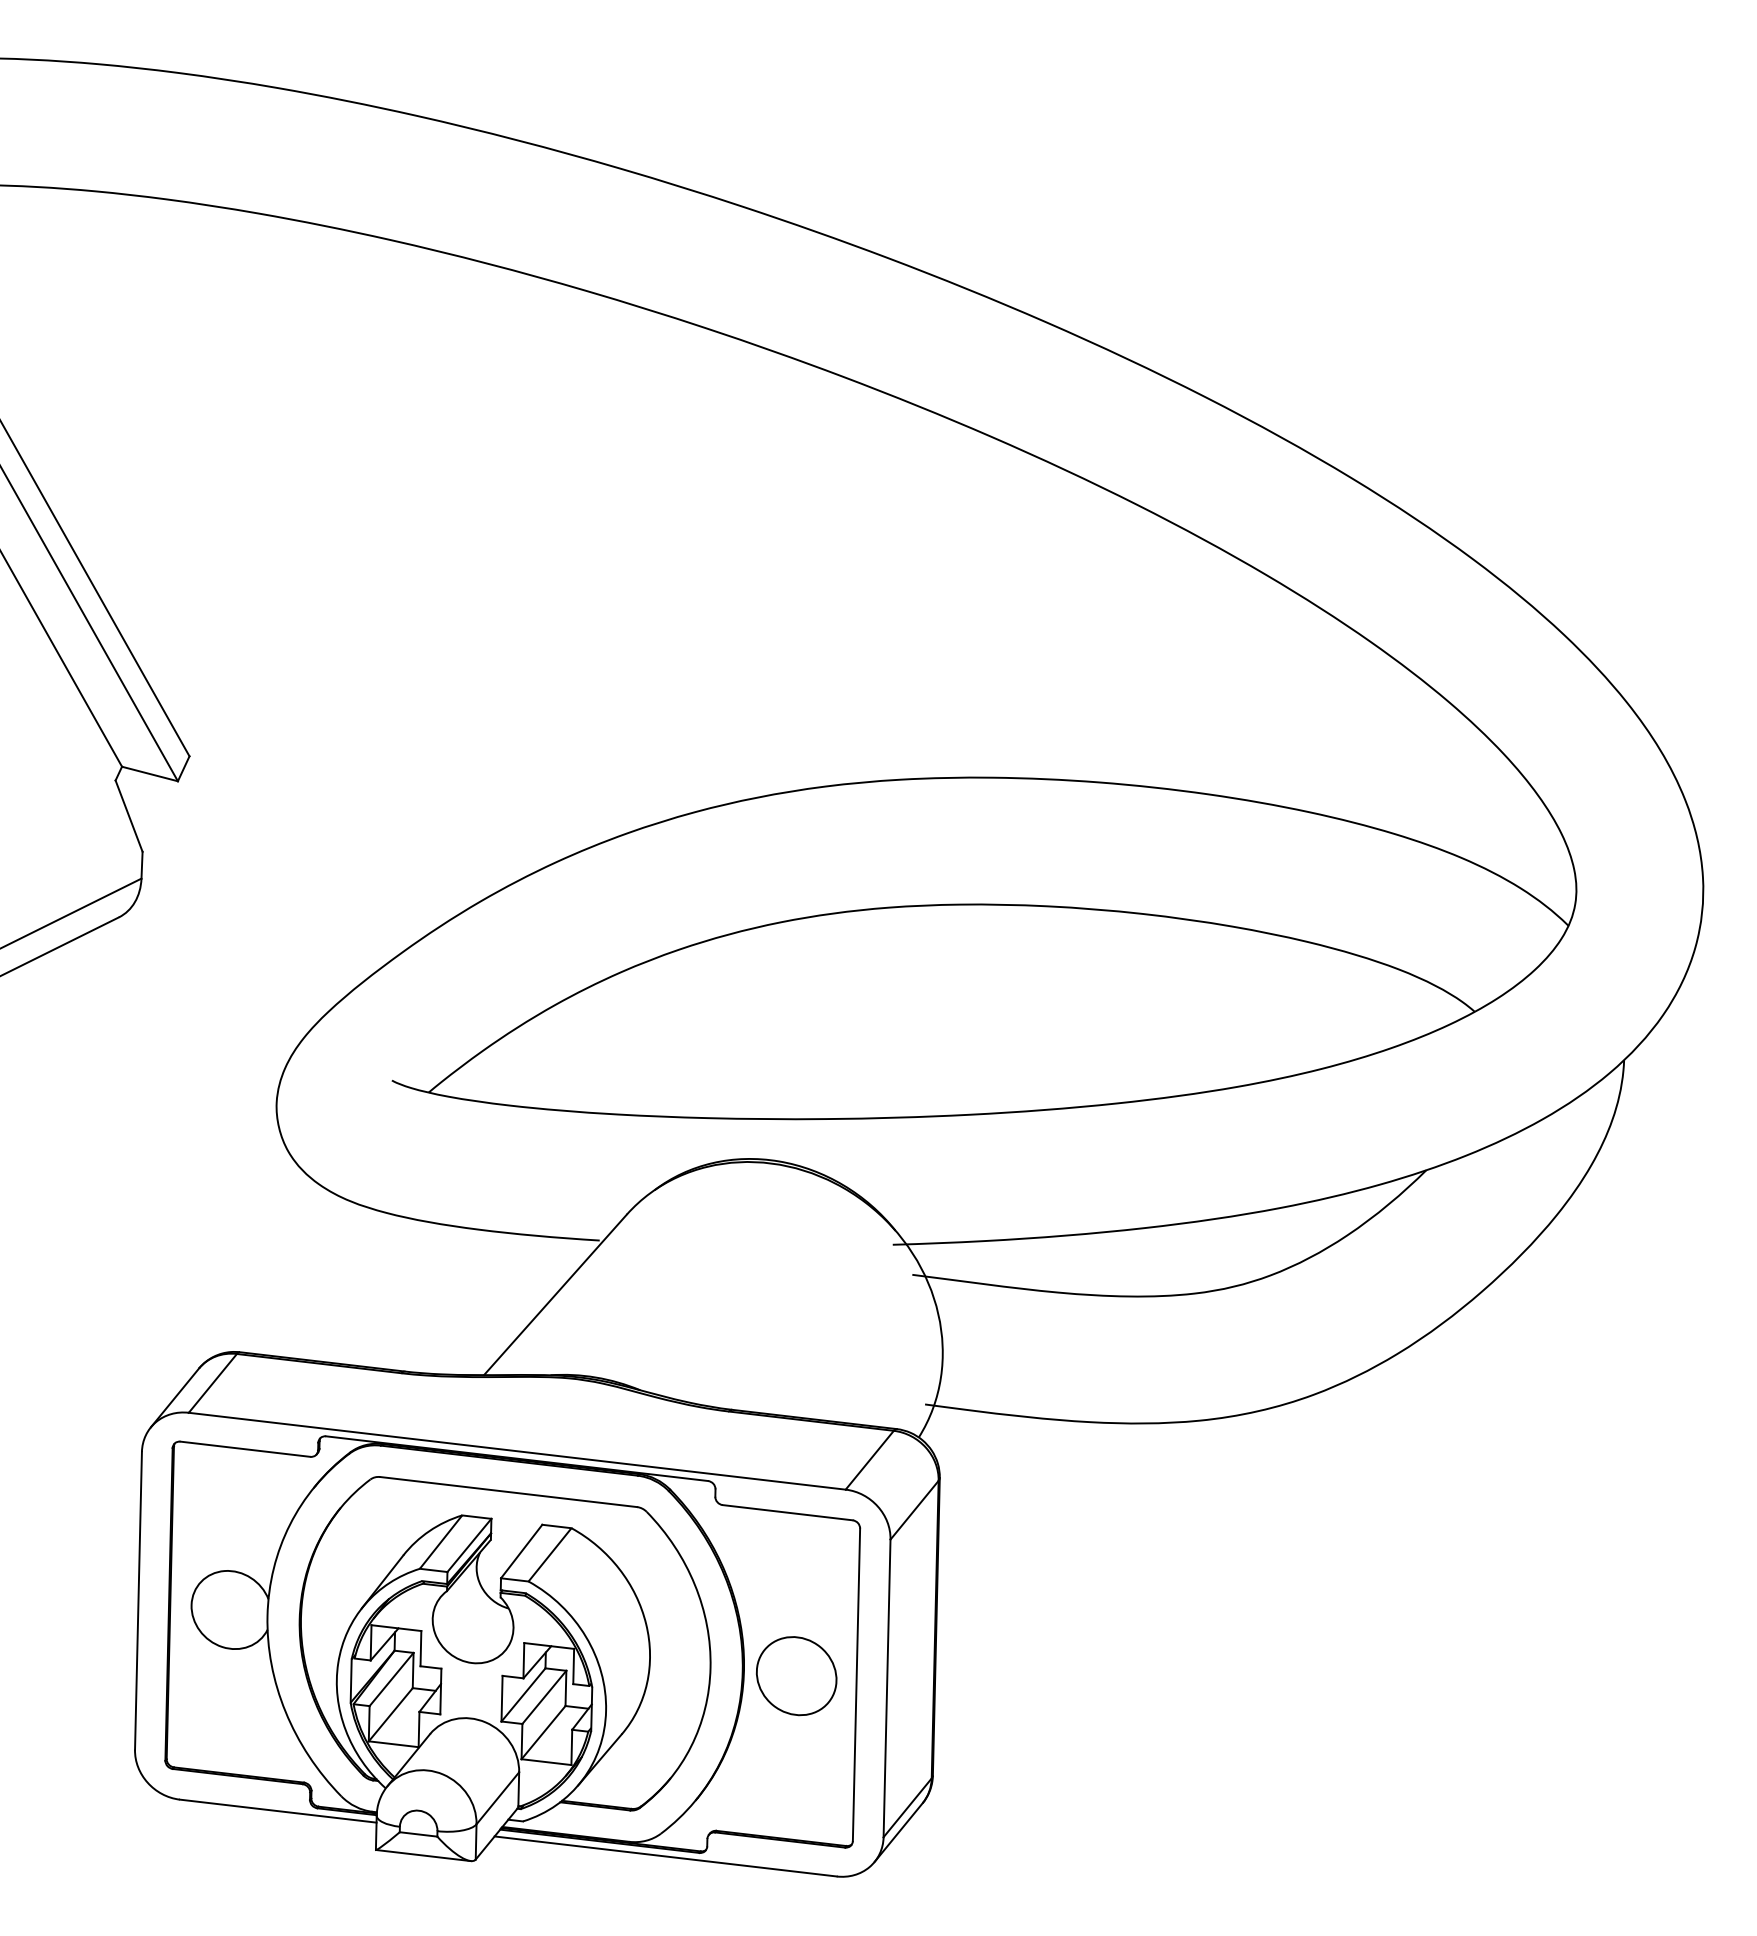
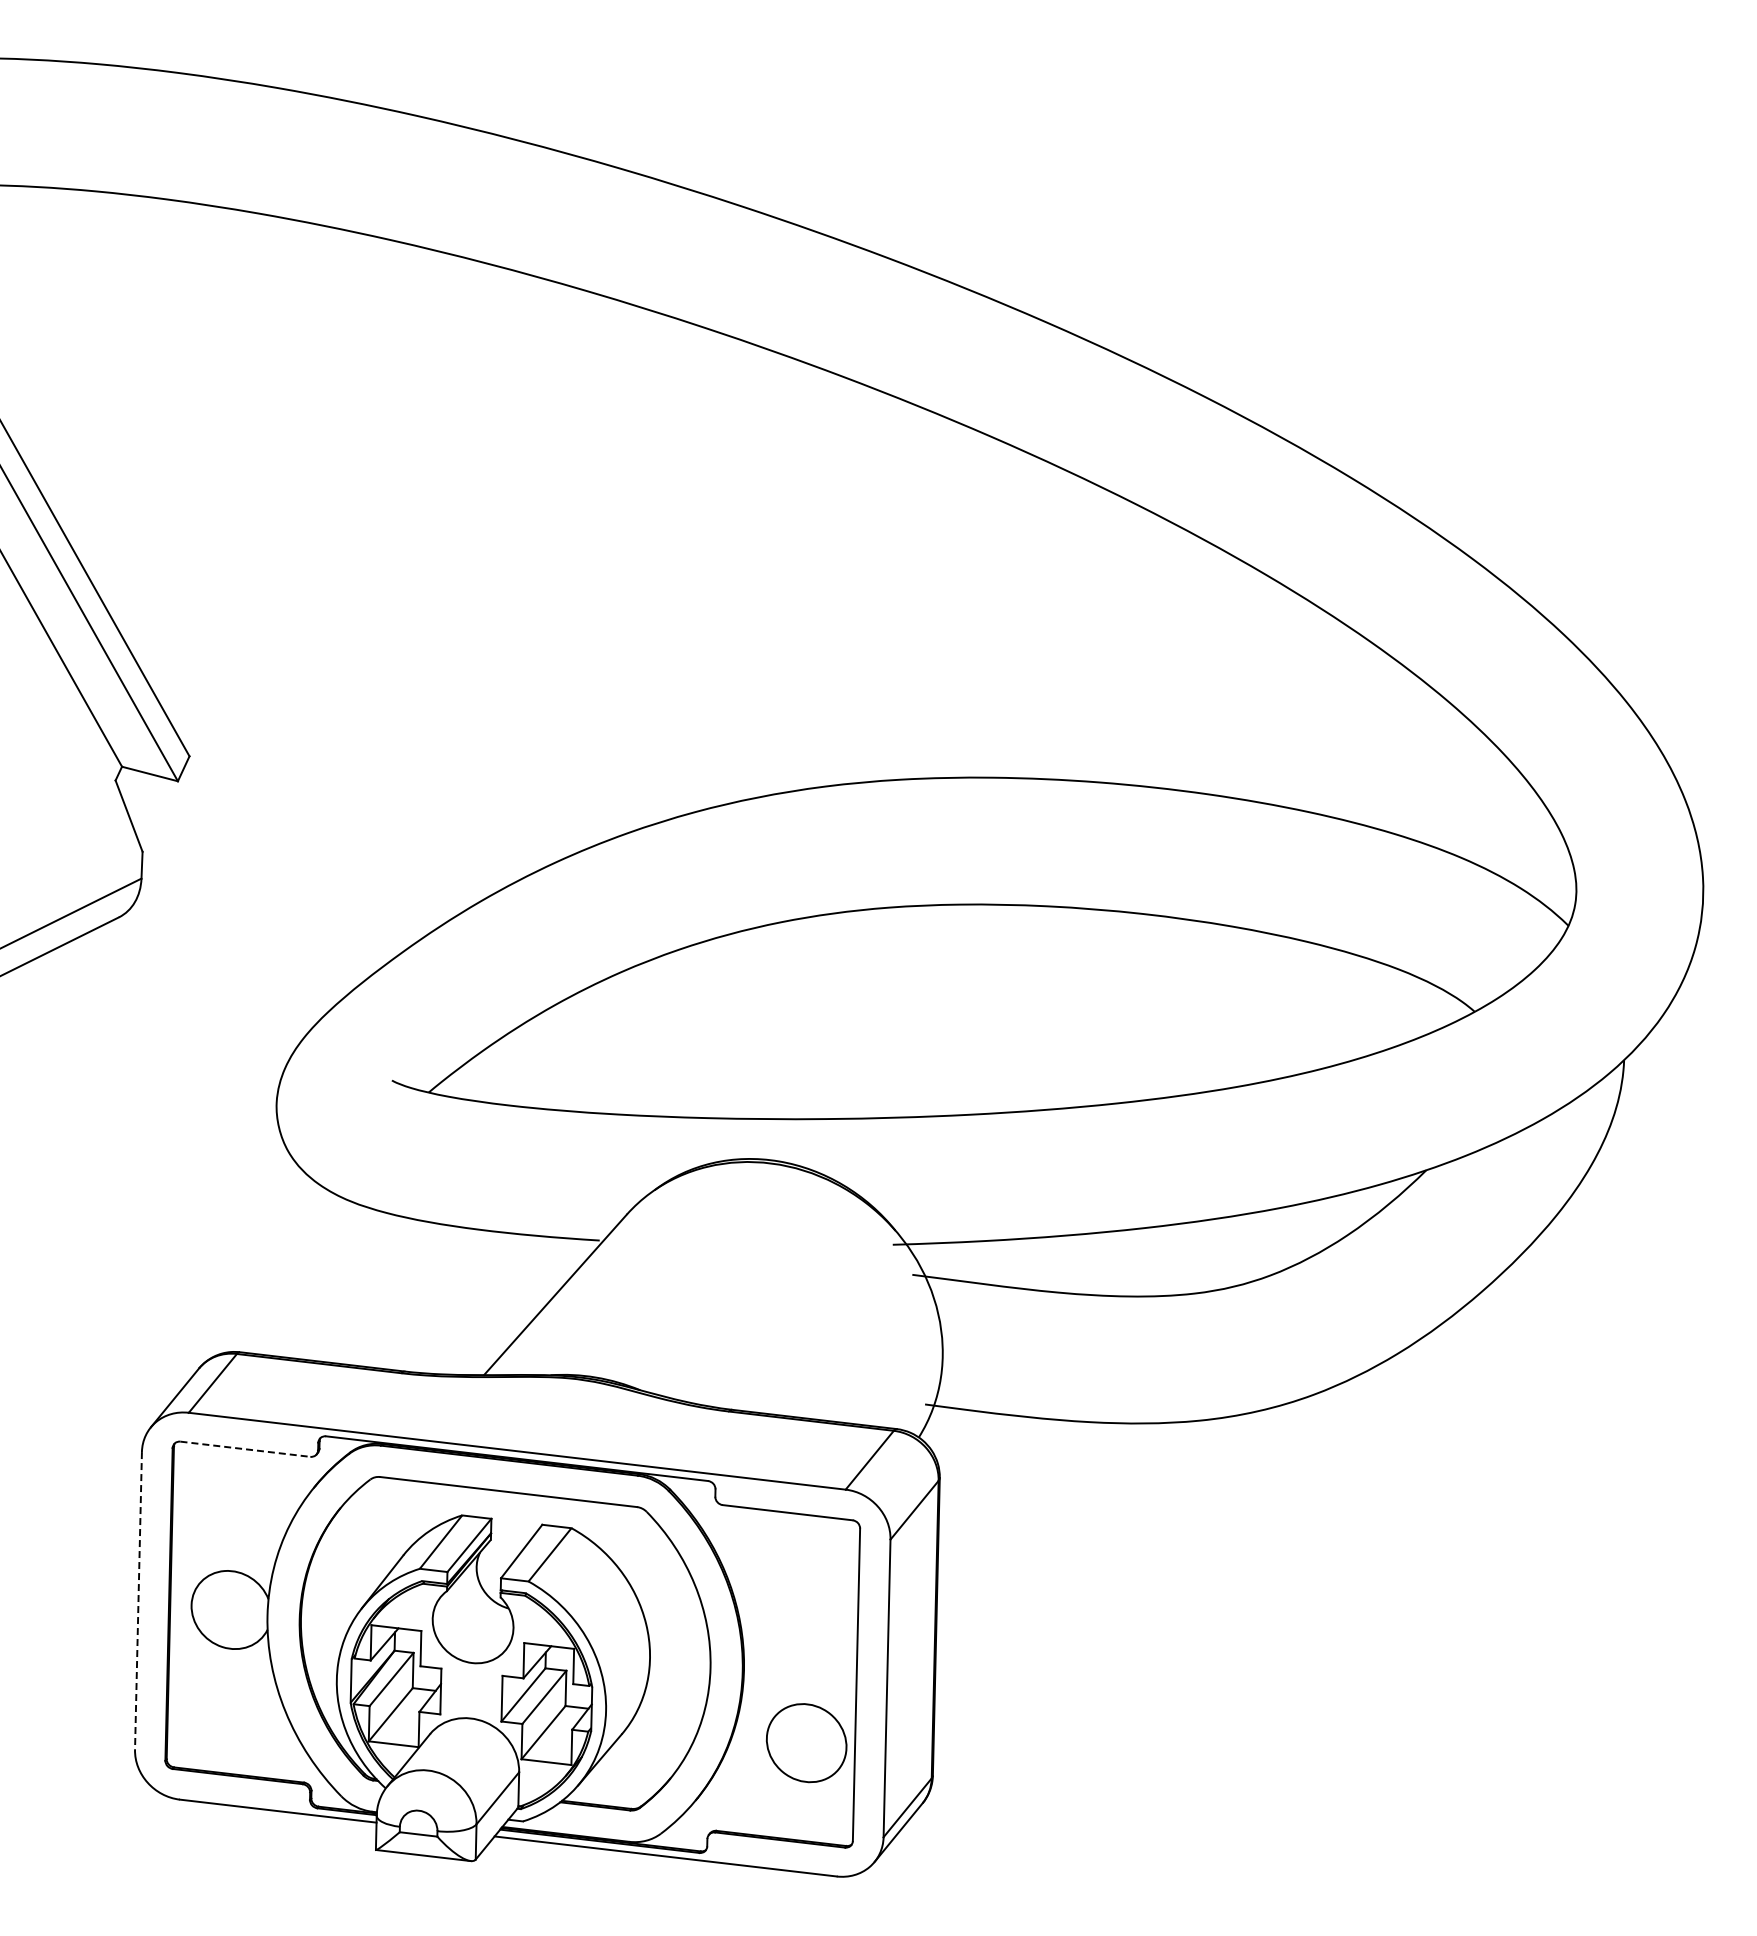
line at (245, 1449): solid -> dashed
line at (138, 1600): solid -> dashed
part at (796, 1676) position: (796, 1676) -> (806, 1743)
